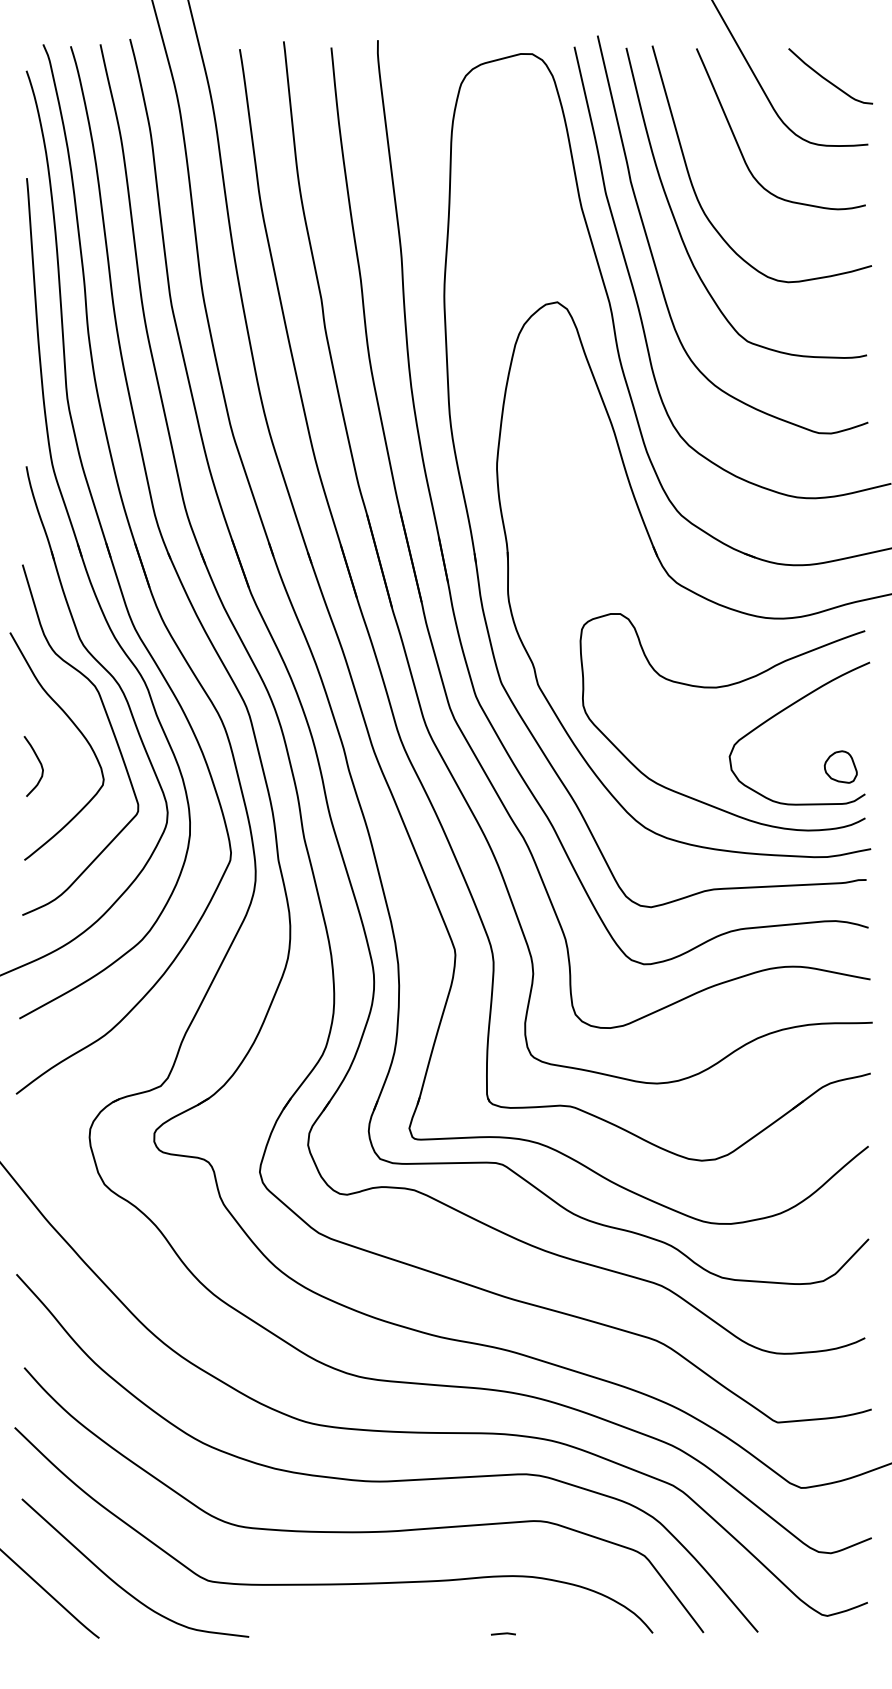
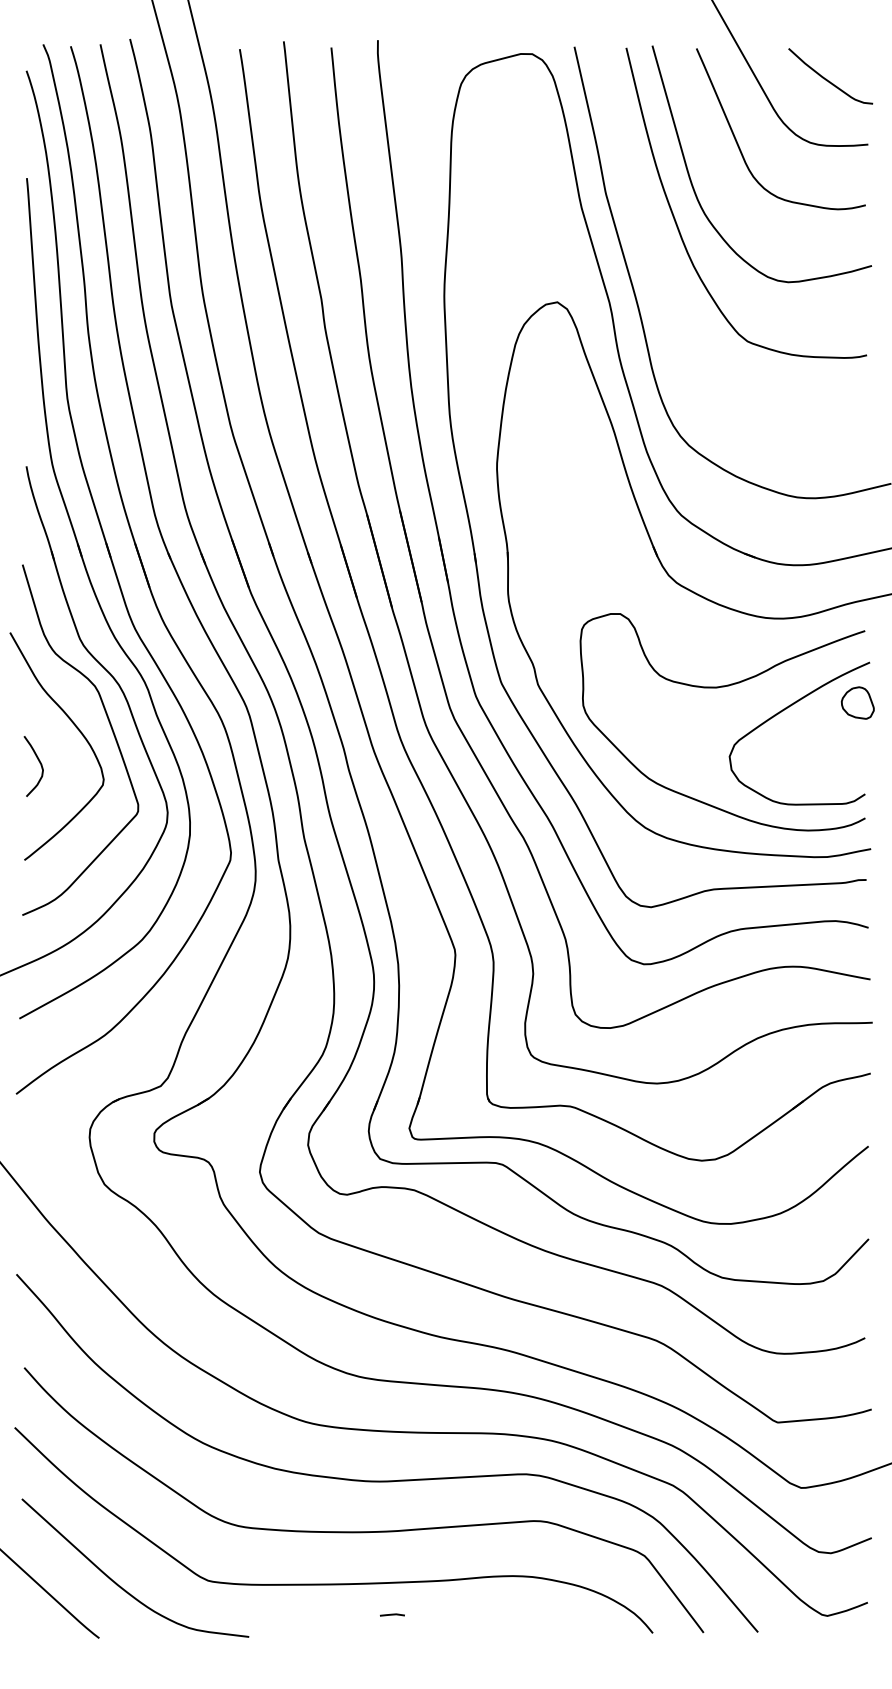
curve at (653, 255): present -> none
part at (840, 766) position: (840, 766) -> (857, 702)
line at (503, 1633) position: (503, 1633) -> (392, 1614)
